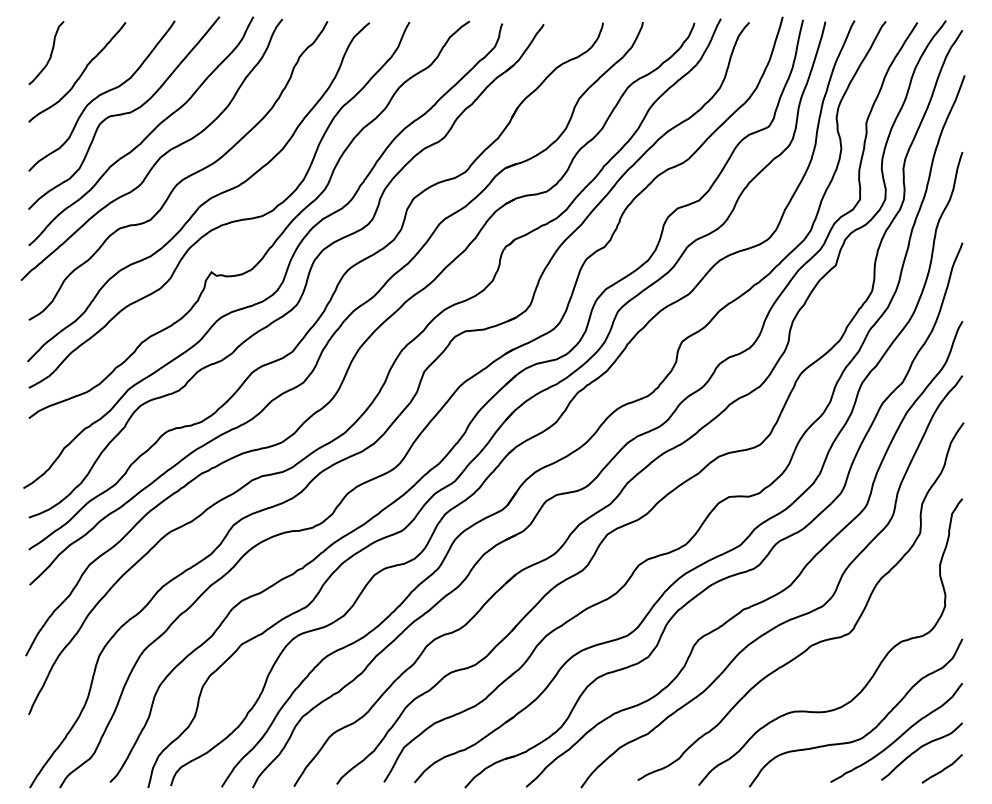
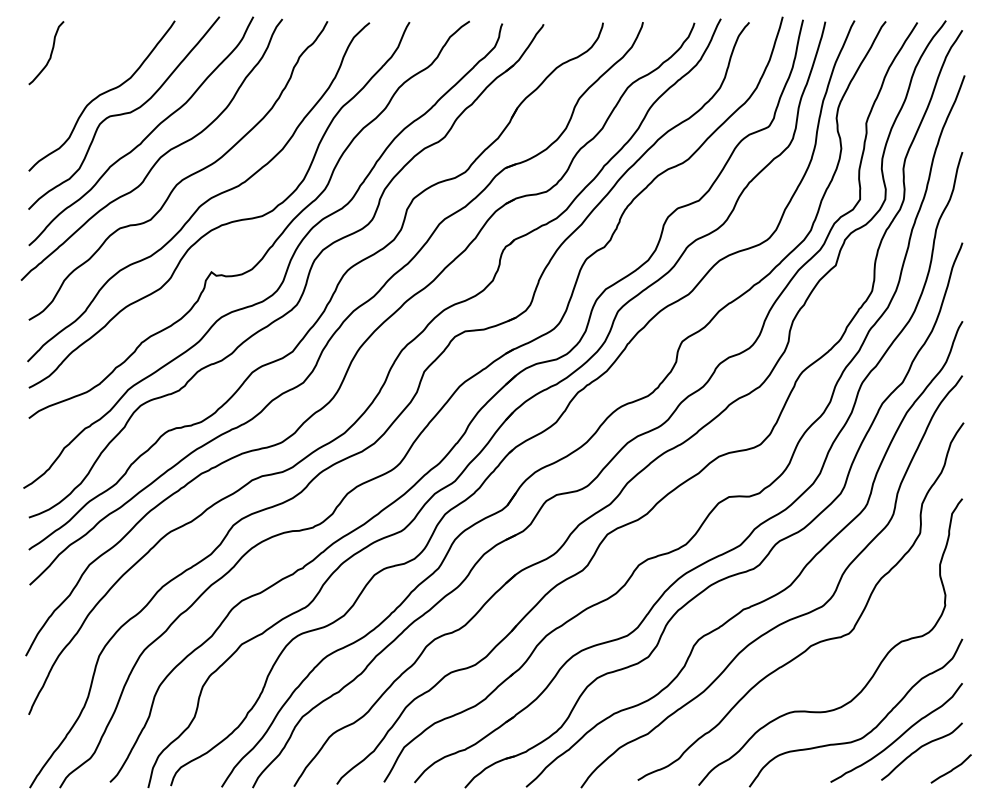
curve at (80, 74): present -> none
curve at (942, 769) position: (942, 769) -> (951, 769)
